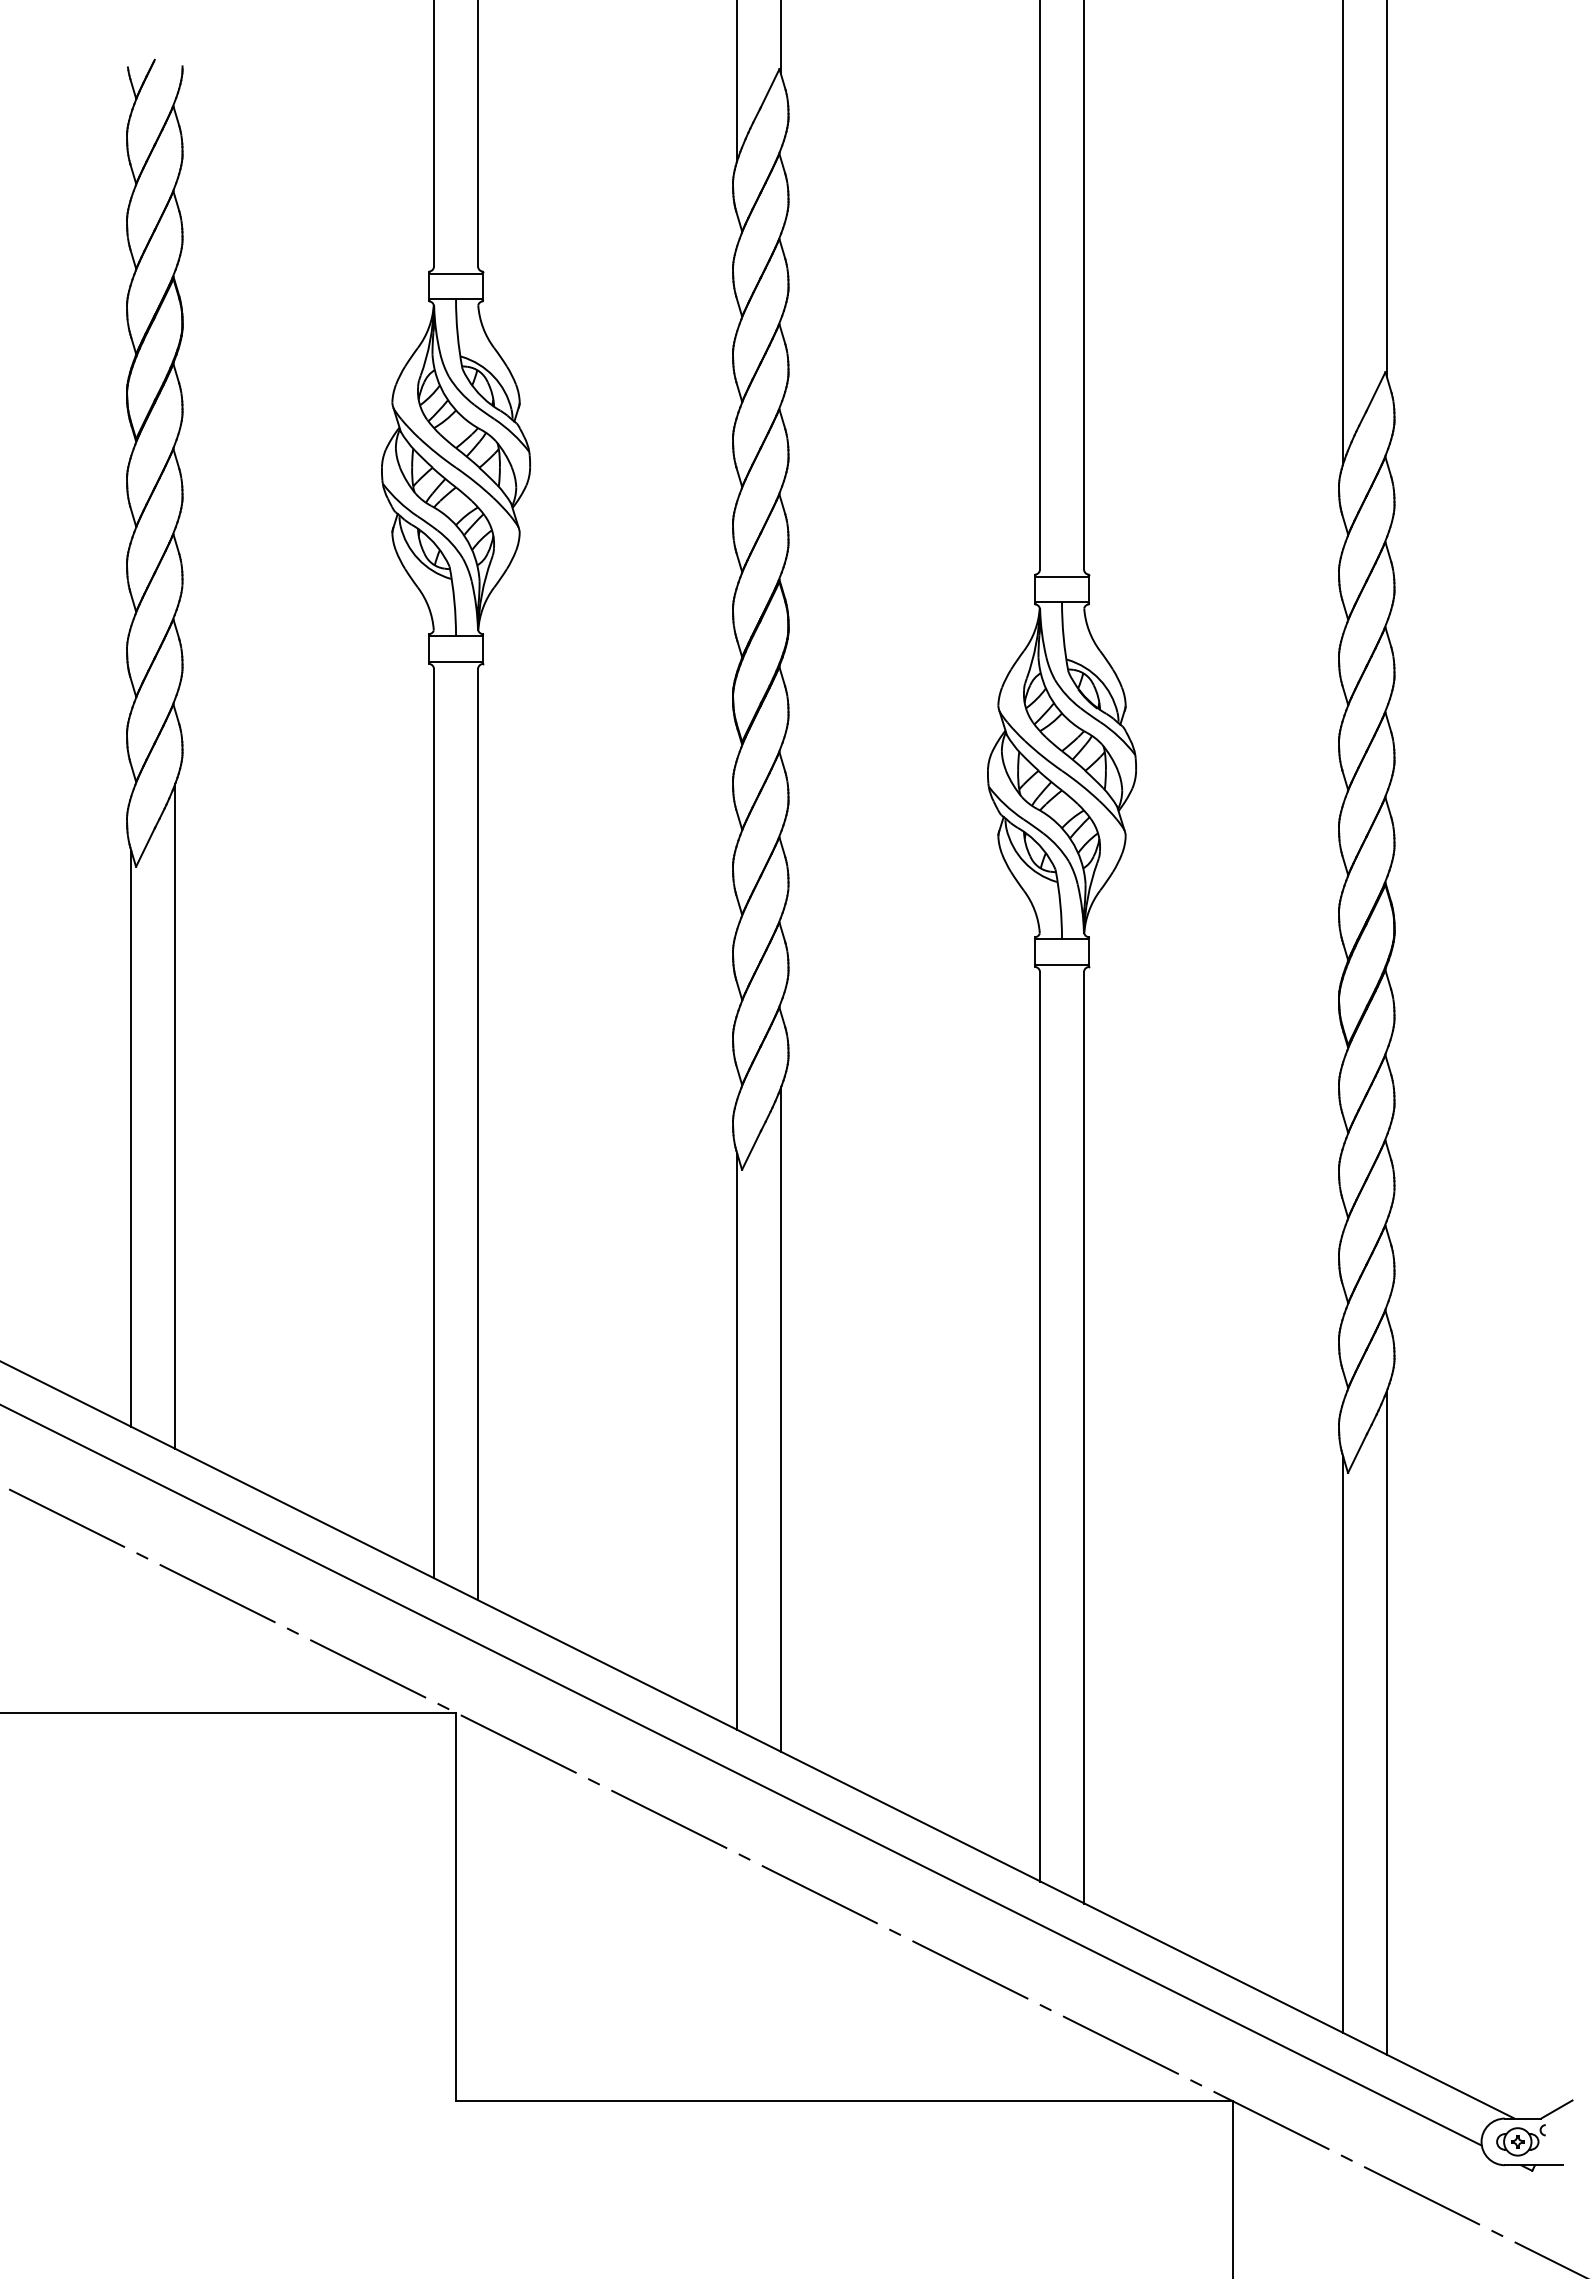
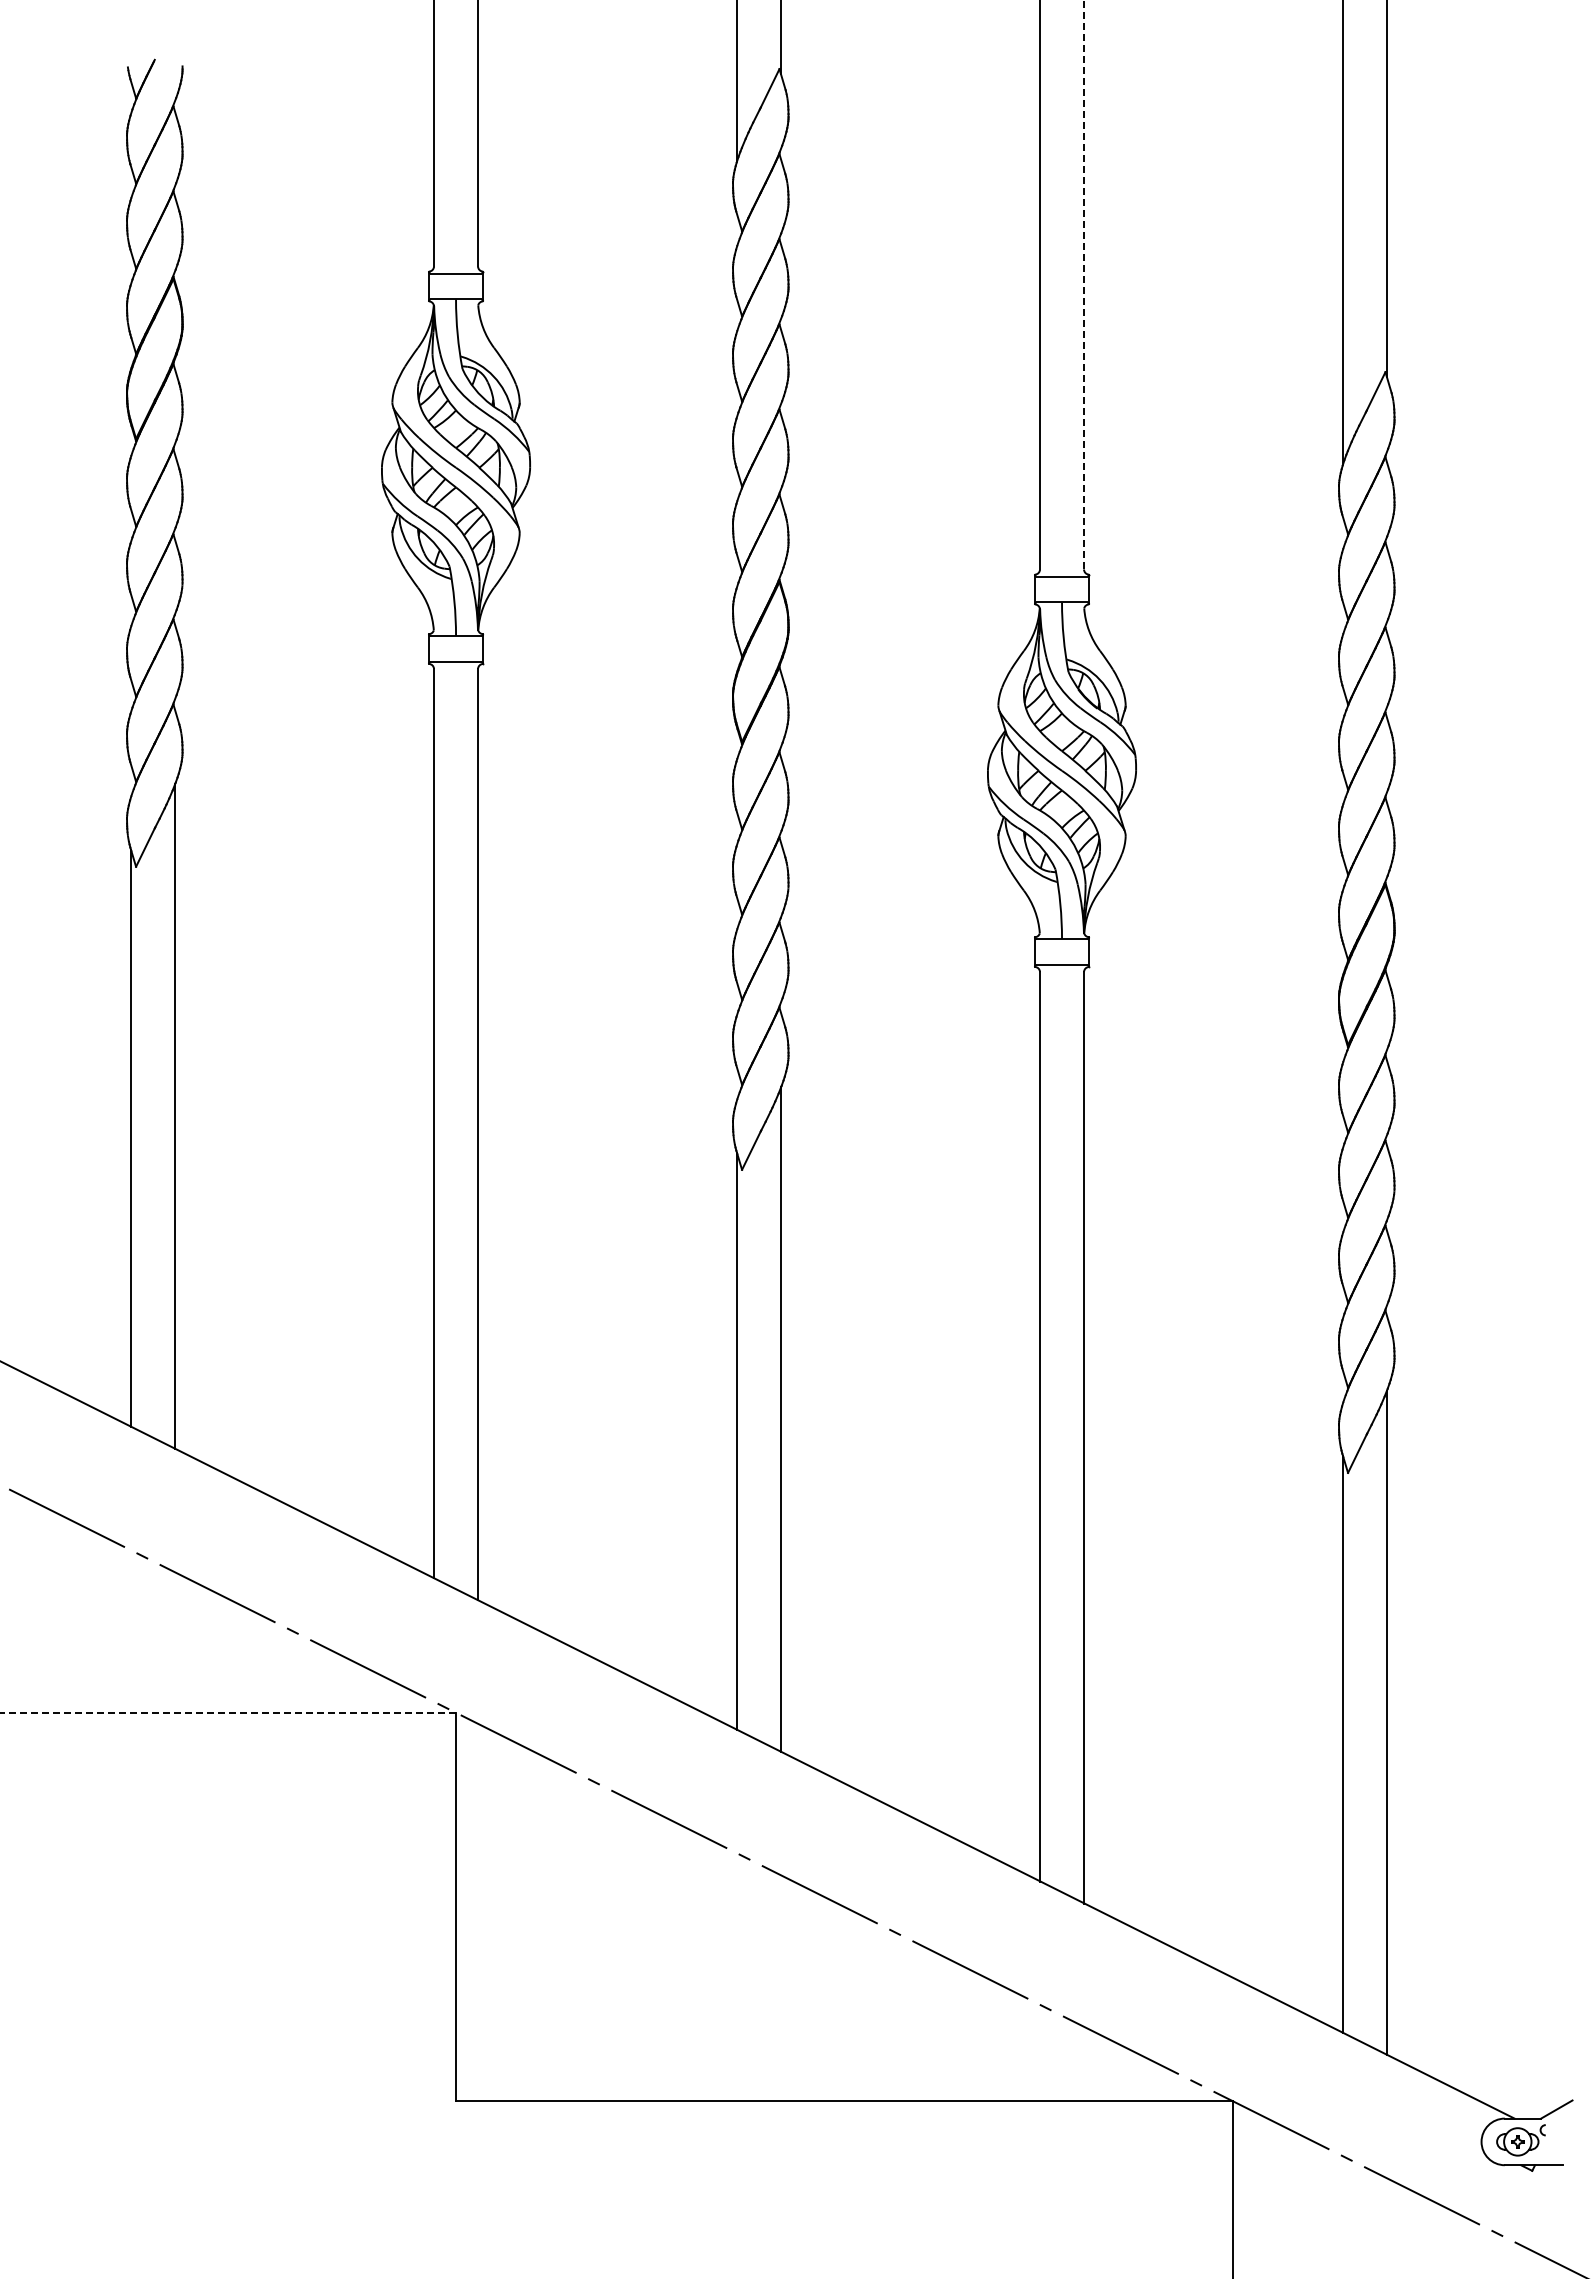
line at (1084, 284): solid -> dashed
line at (228, 1712): solid -> dashed
line at (741, 1775): present -> none
